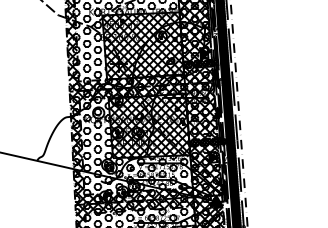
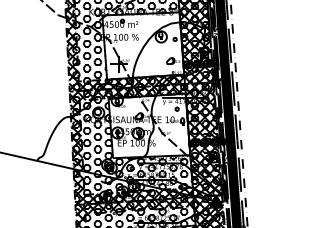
hatch at (143, 45): present -> none
hatch at (149, 125): present -> none
